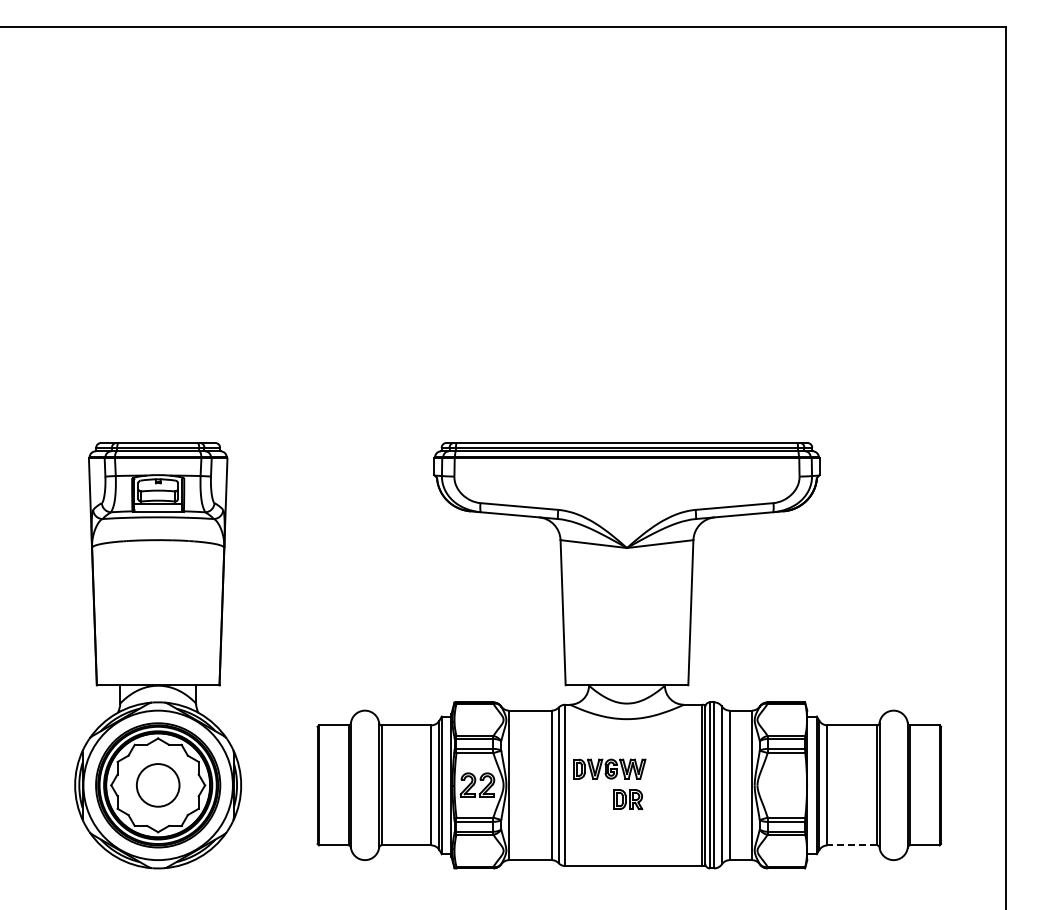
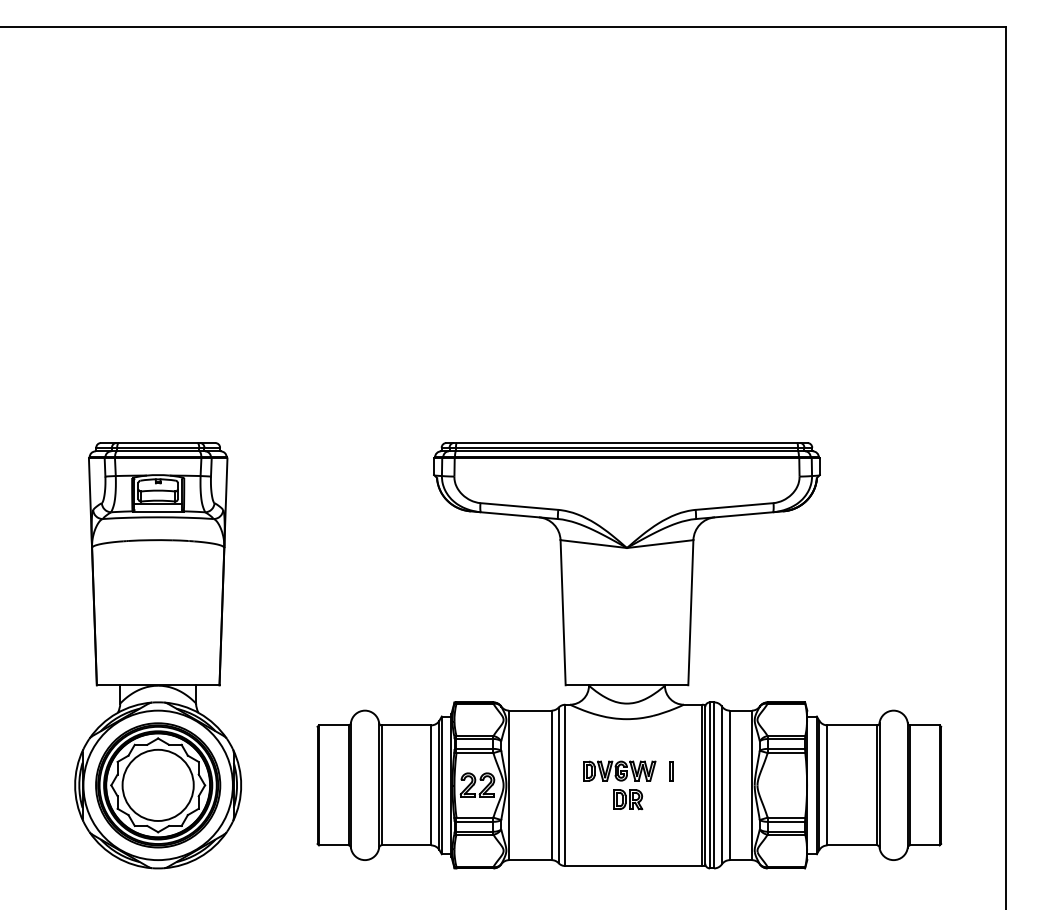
part at (609, 768) position: (609, 768) -> (619, 770)
line at (670, 771): none -> present
circle at (157, 785) diameter: 43 px -> 71 px
line at (852, 845): dashed -> solid
